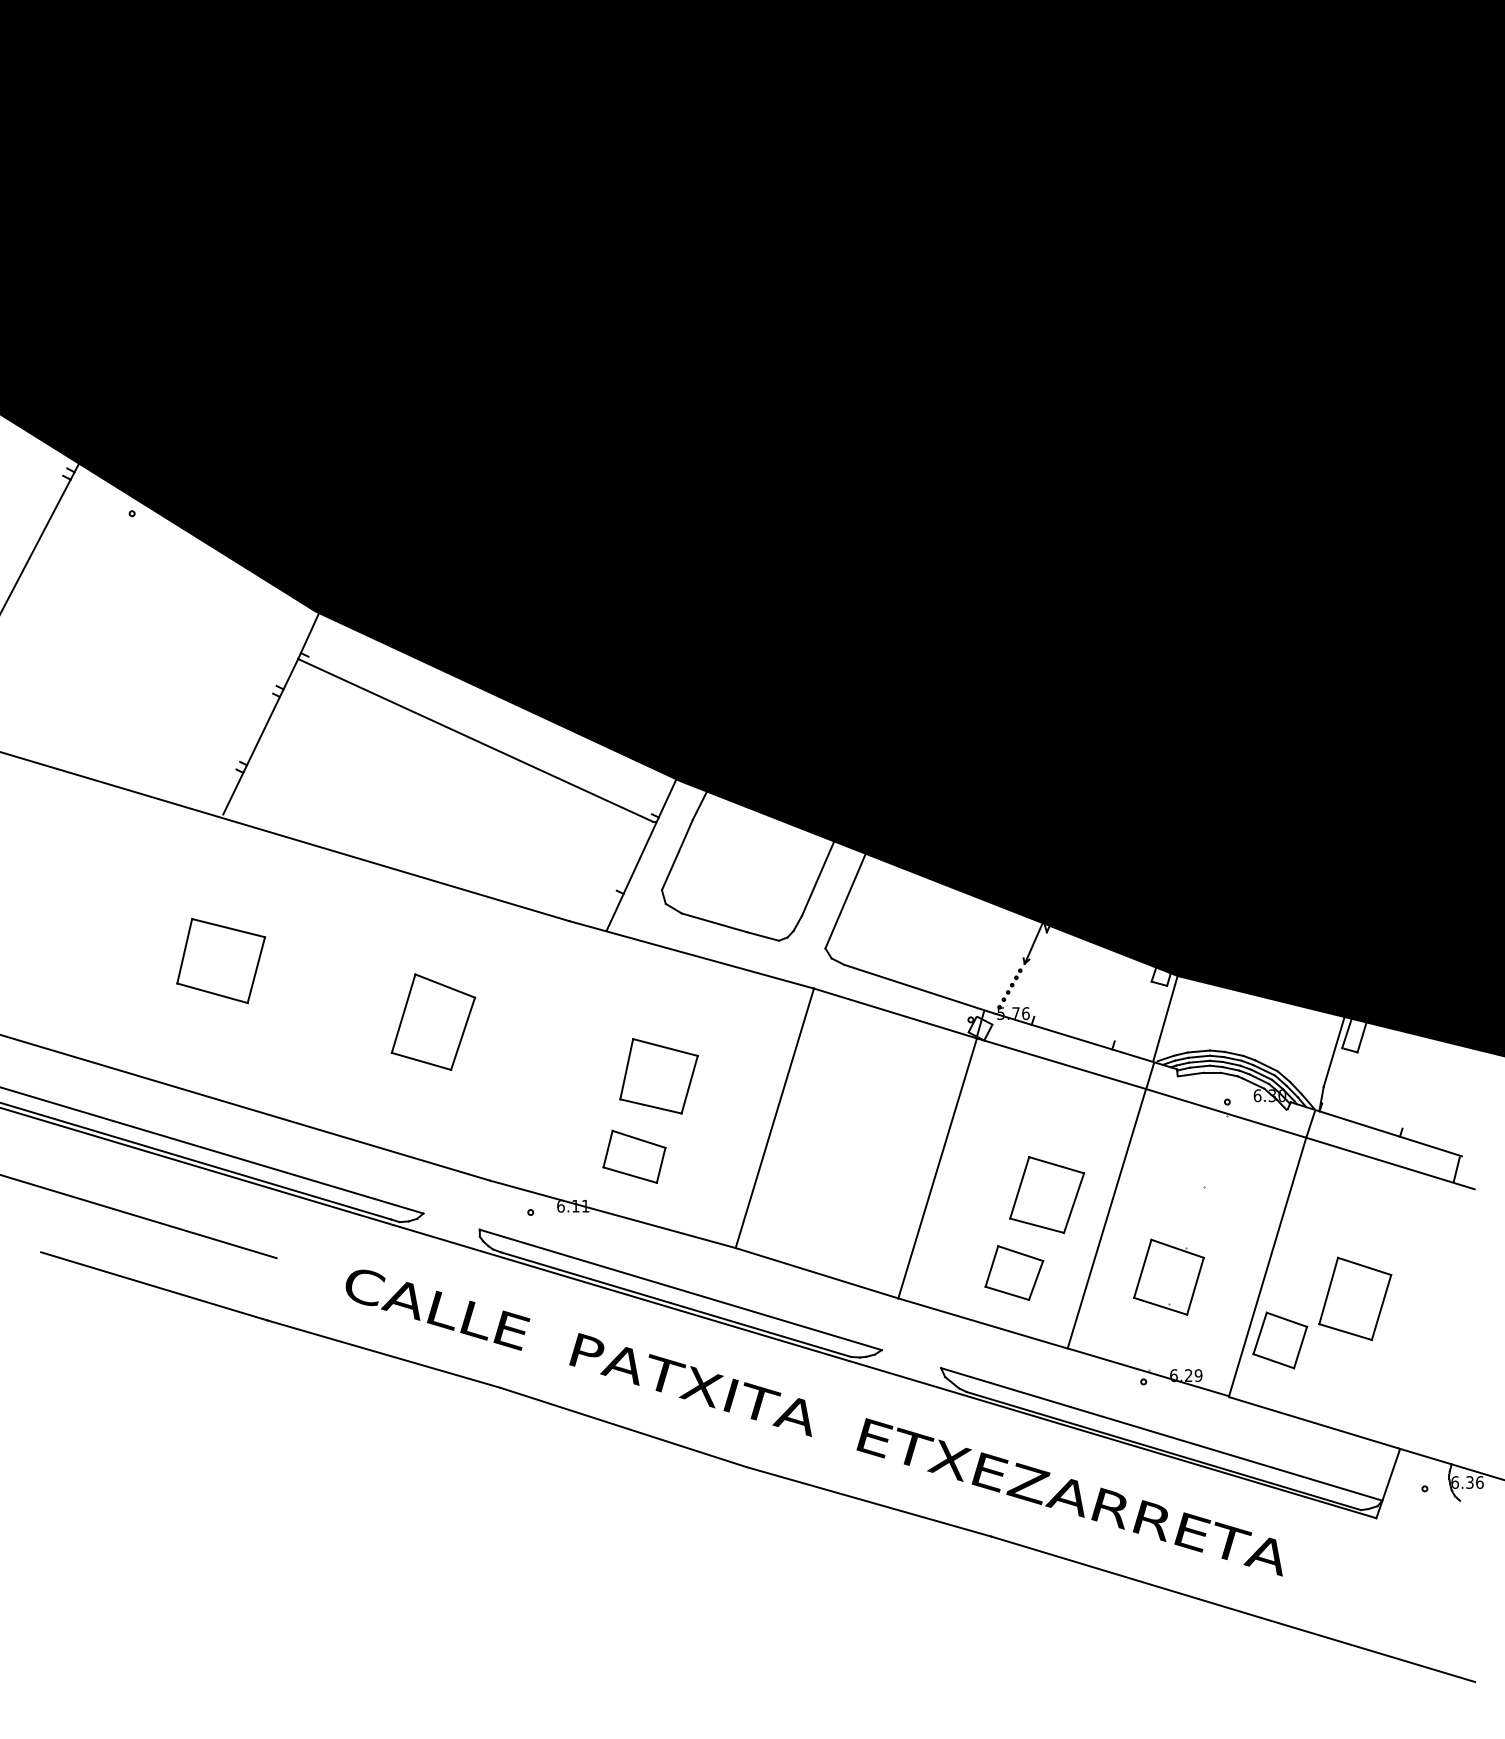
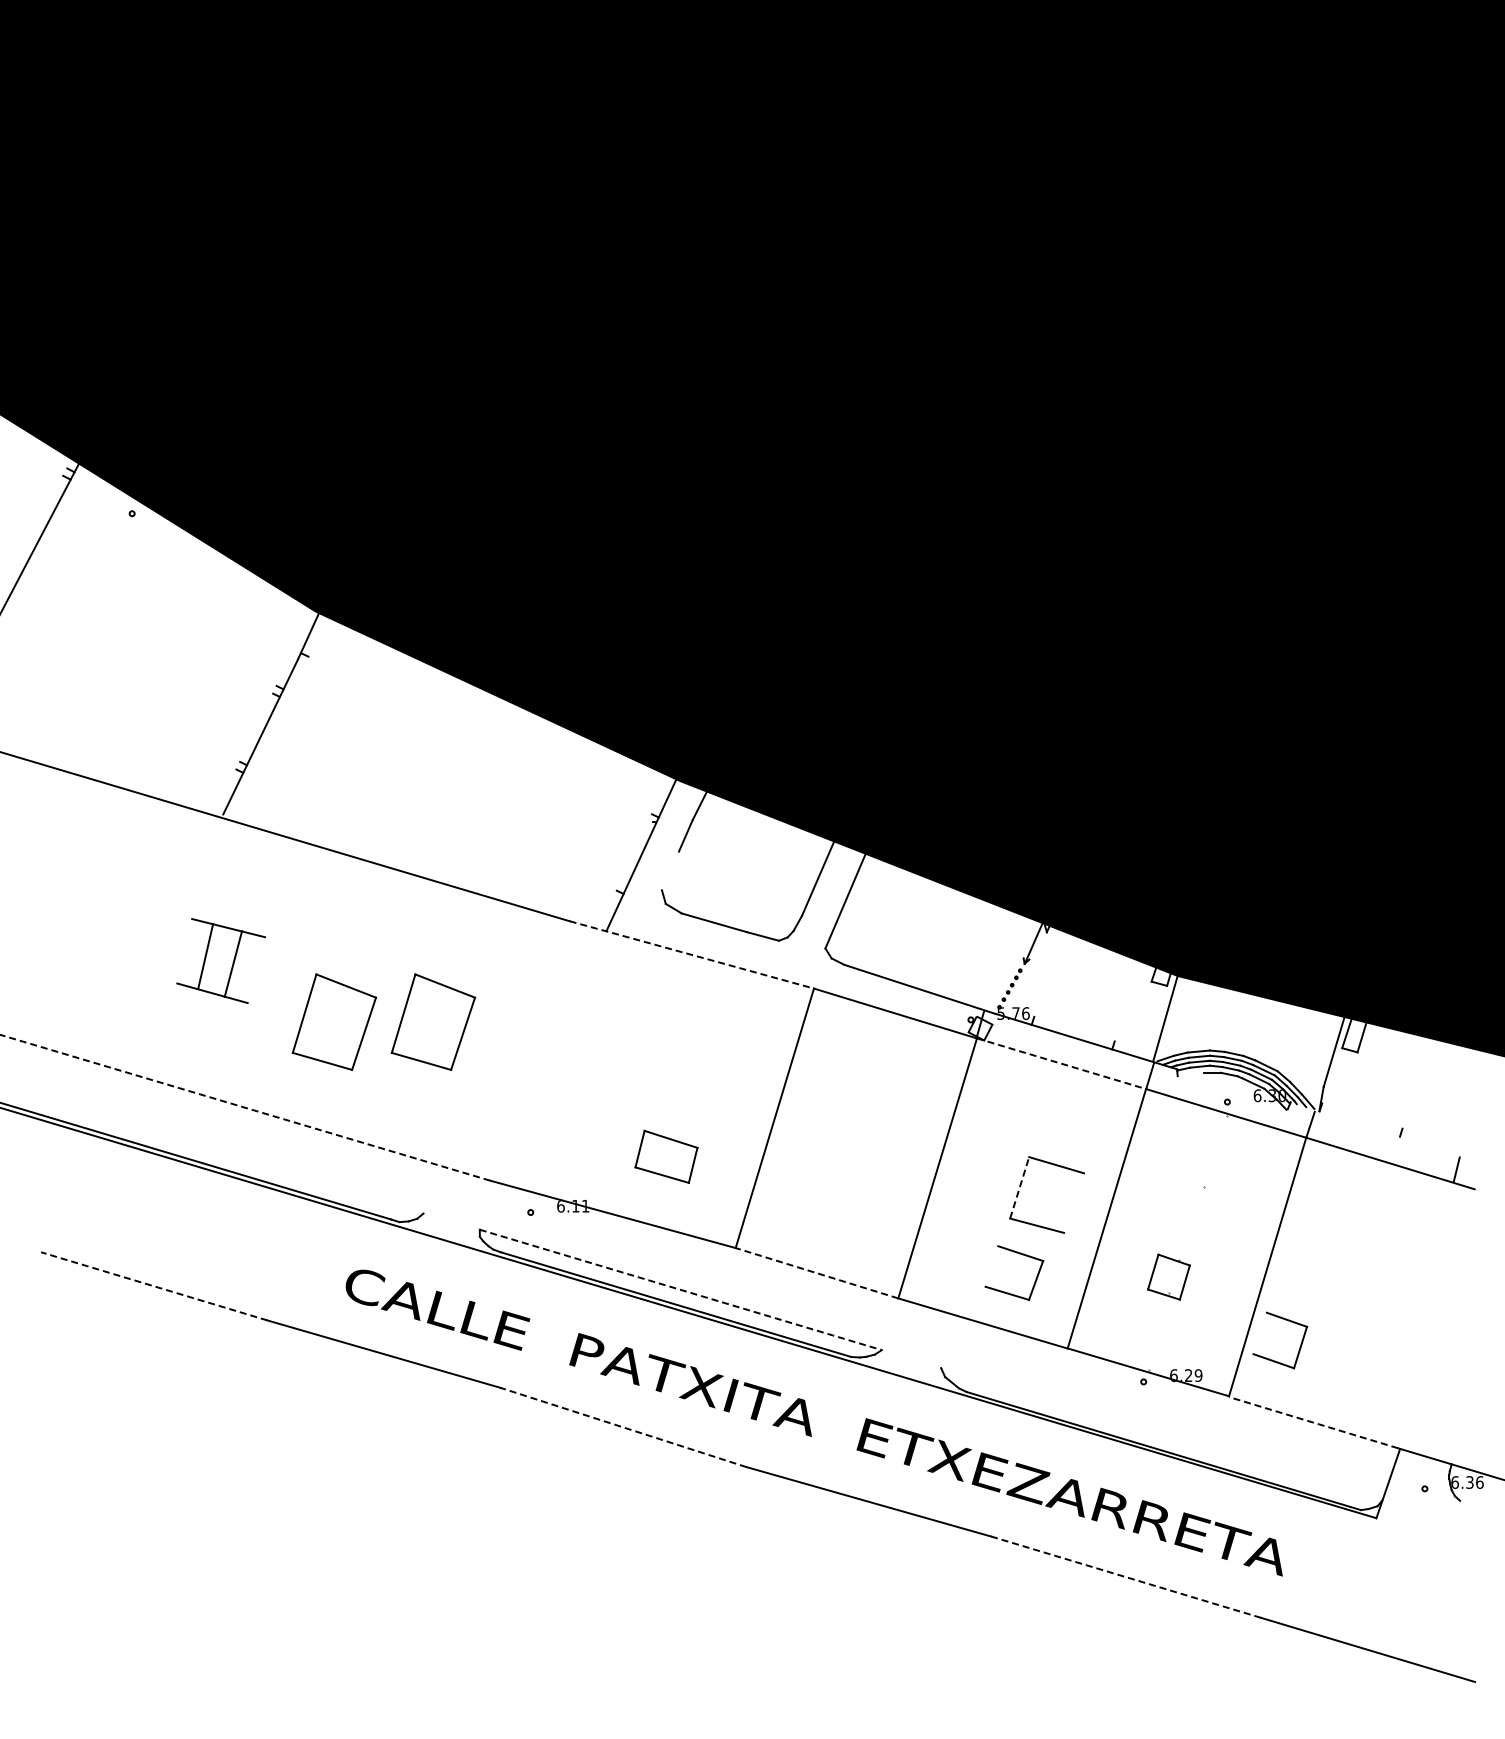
line at (475, 740): present -> none
line at (669, 870): present -> none
line at (184, 951) position: (184, 951) -> (205, 956)
line at (691, 954): solid -> dashed
line at (256, 970) position: (256, 970) -> (233, 964)
part at (334, 1021): none -> present
line at (1062, 1063): solid -> dashed
line at (1190, 1074): present -> none
part at (658, 1076): present -> none
line at (245, 1107): solid -> dashed
line at (1375, 1129): present -> none
line at (212, 1150): present -> none
part at (634, 1156) position: (634, 1156) -> (666, 1156)
line at (1019, 1187): solid -> dashed
line at (1074, 1202): present -> none
line at (139, 1216): present -> none
line at (991, 1266): present -> none
line at (816, 1273): solid -> dashed
part at (1168, 1276) size: 72x78 px -> 44x48 px
line at (153, 1286): solid -> dashed
line at (680, 1289): solid -> dashed
part at (1355, 1298): present -> none
line at (1259, 1333): present -> none
line at (1313, 1422): solid -> dashed
line at (623, 1427): solid -> dashed
line at (1161, 1434): present -> none
line at (1126, 1577): solid -> dashed
